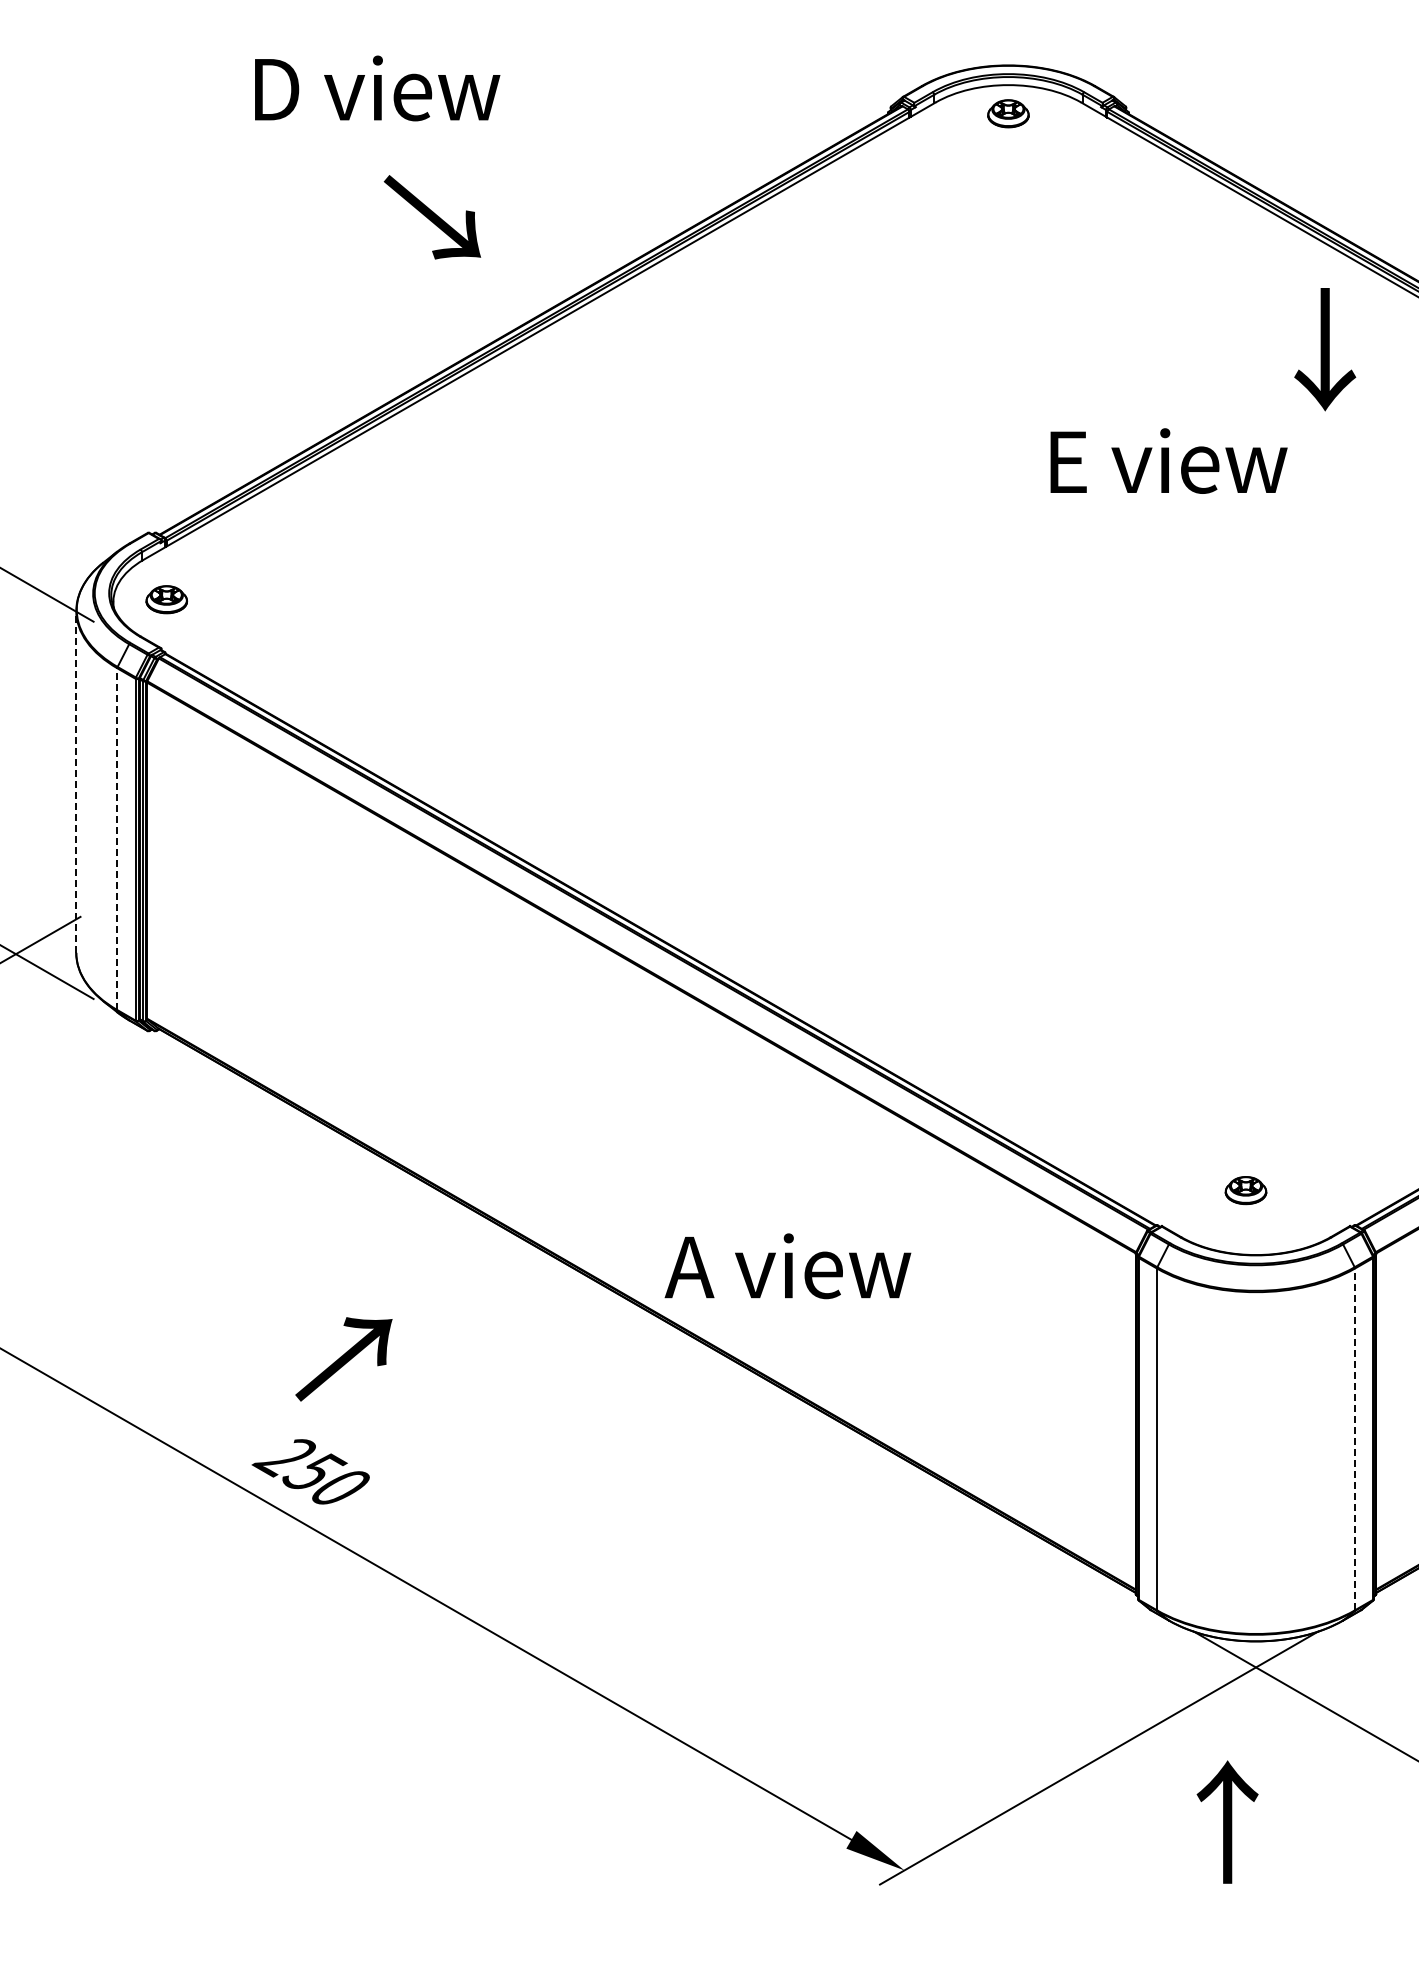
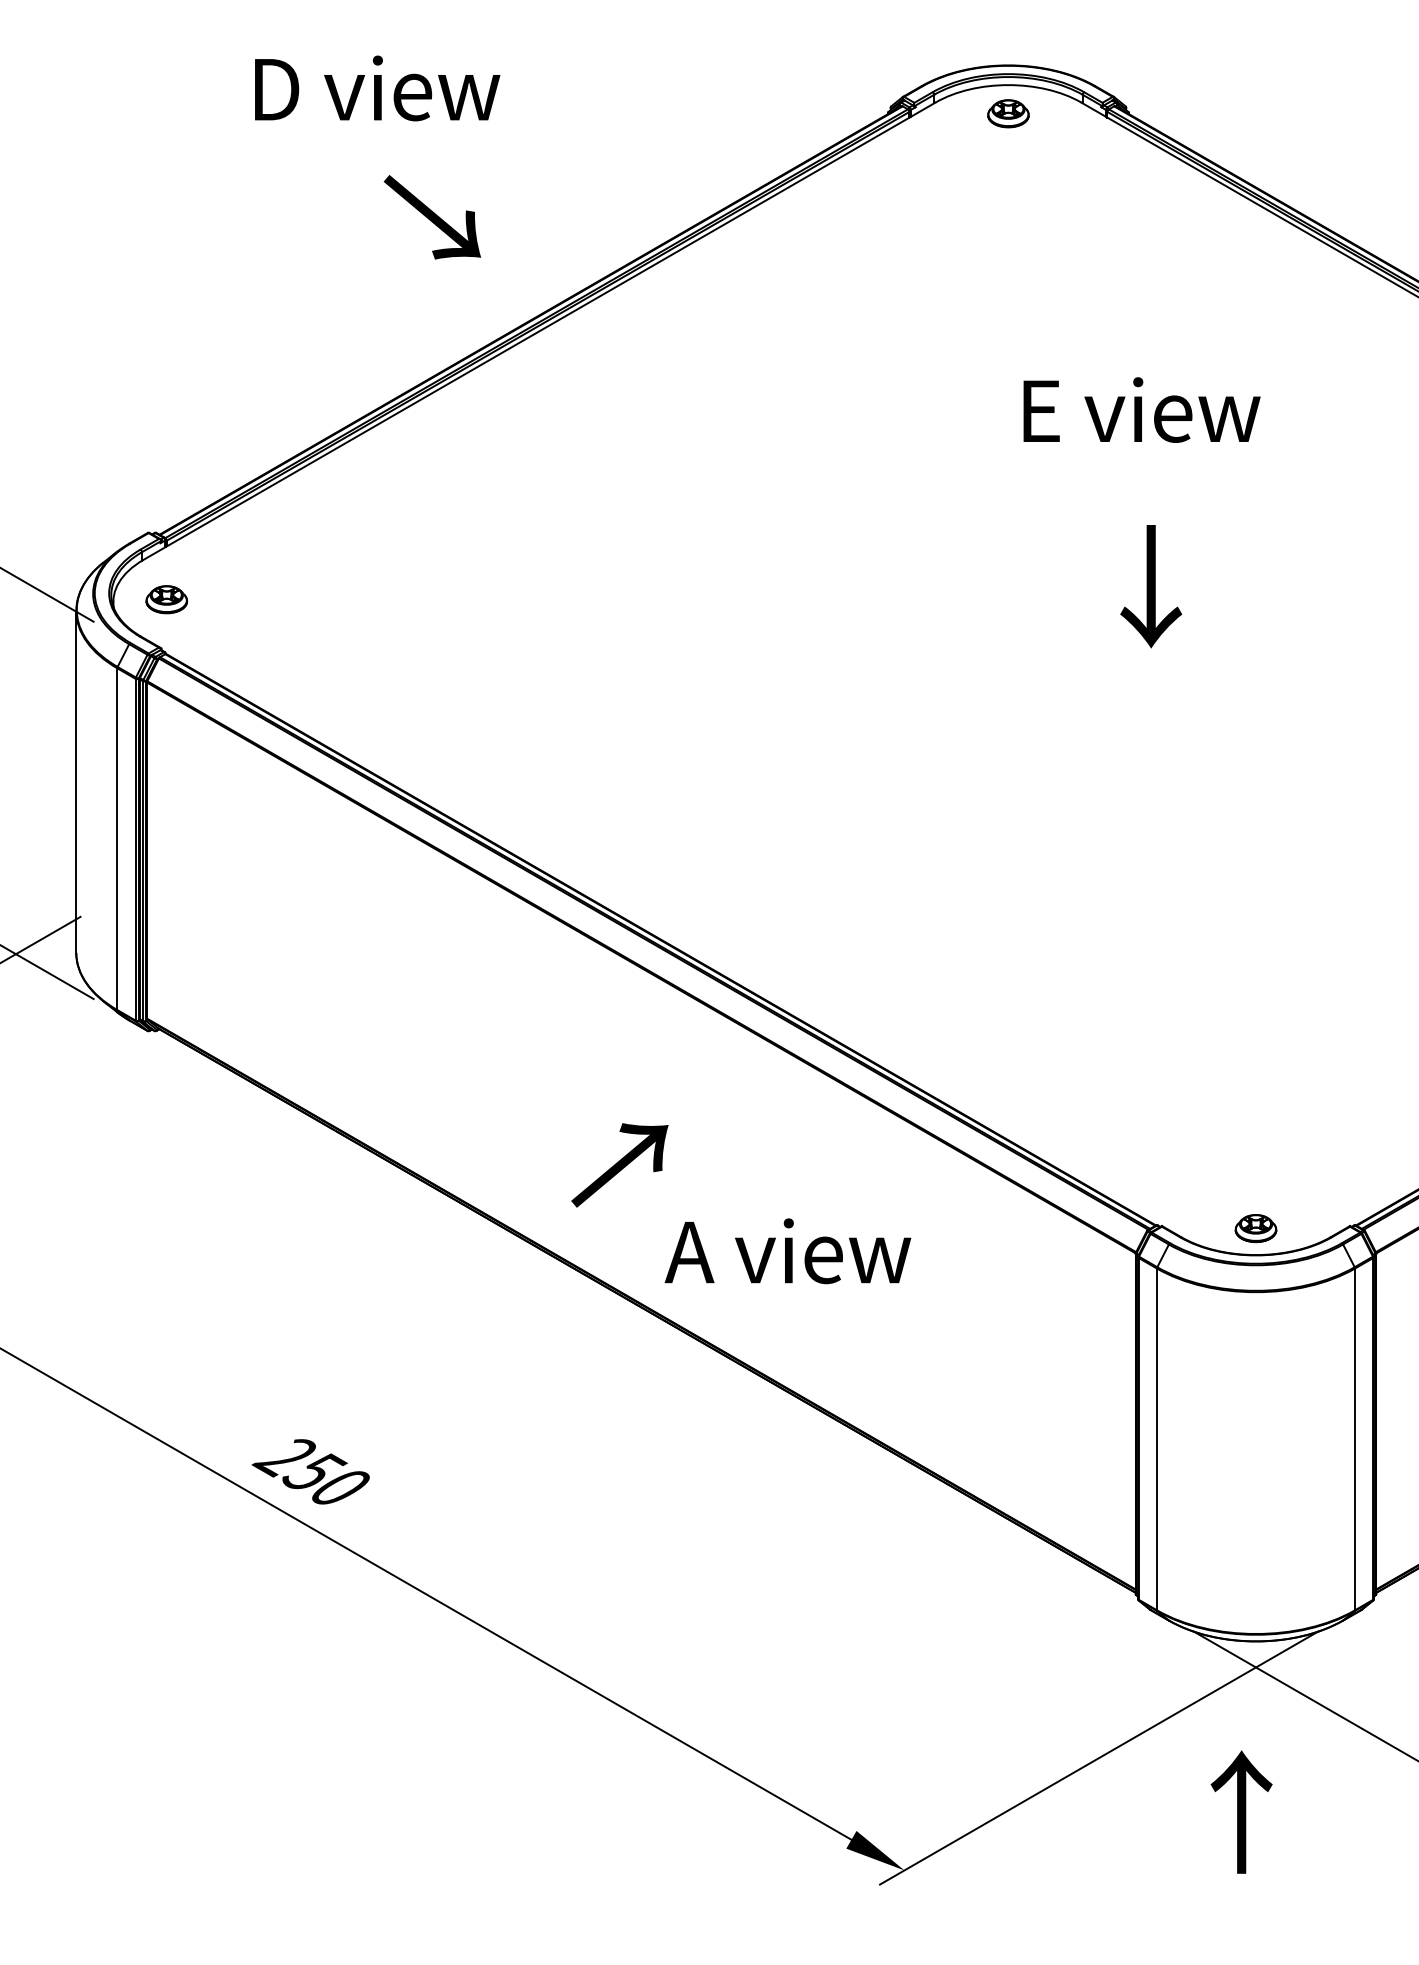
text at (1325, 349) position: (1325, 349) -> (1151, 586)
text at (1168, 460) position: (1168, 460) -> (1141, 409)
line at (76, 781): dashed -> solid
line at (117, 839): dashed -> solid
part at (1245, 1190) position: (1245, 1190) -> (1255, 1228)
text at (787, 1266) position: (787, 1266) -> (787, 1251)
text at (343, 1359) position: (343, 1359) -> (619, 1165)
line at (1355, 1439): dashed -> solid
text at (1227, 1821) position: (1227, 1821) -> (1241, 1811)
